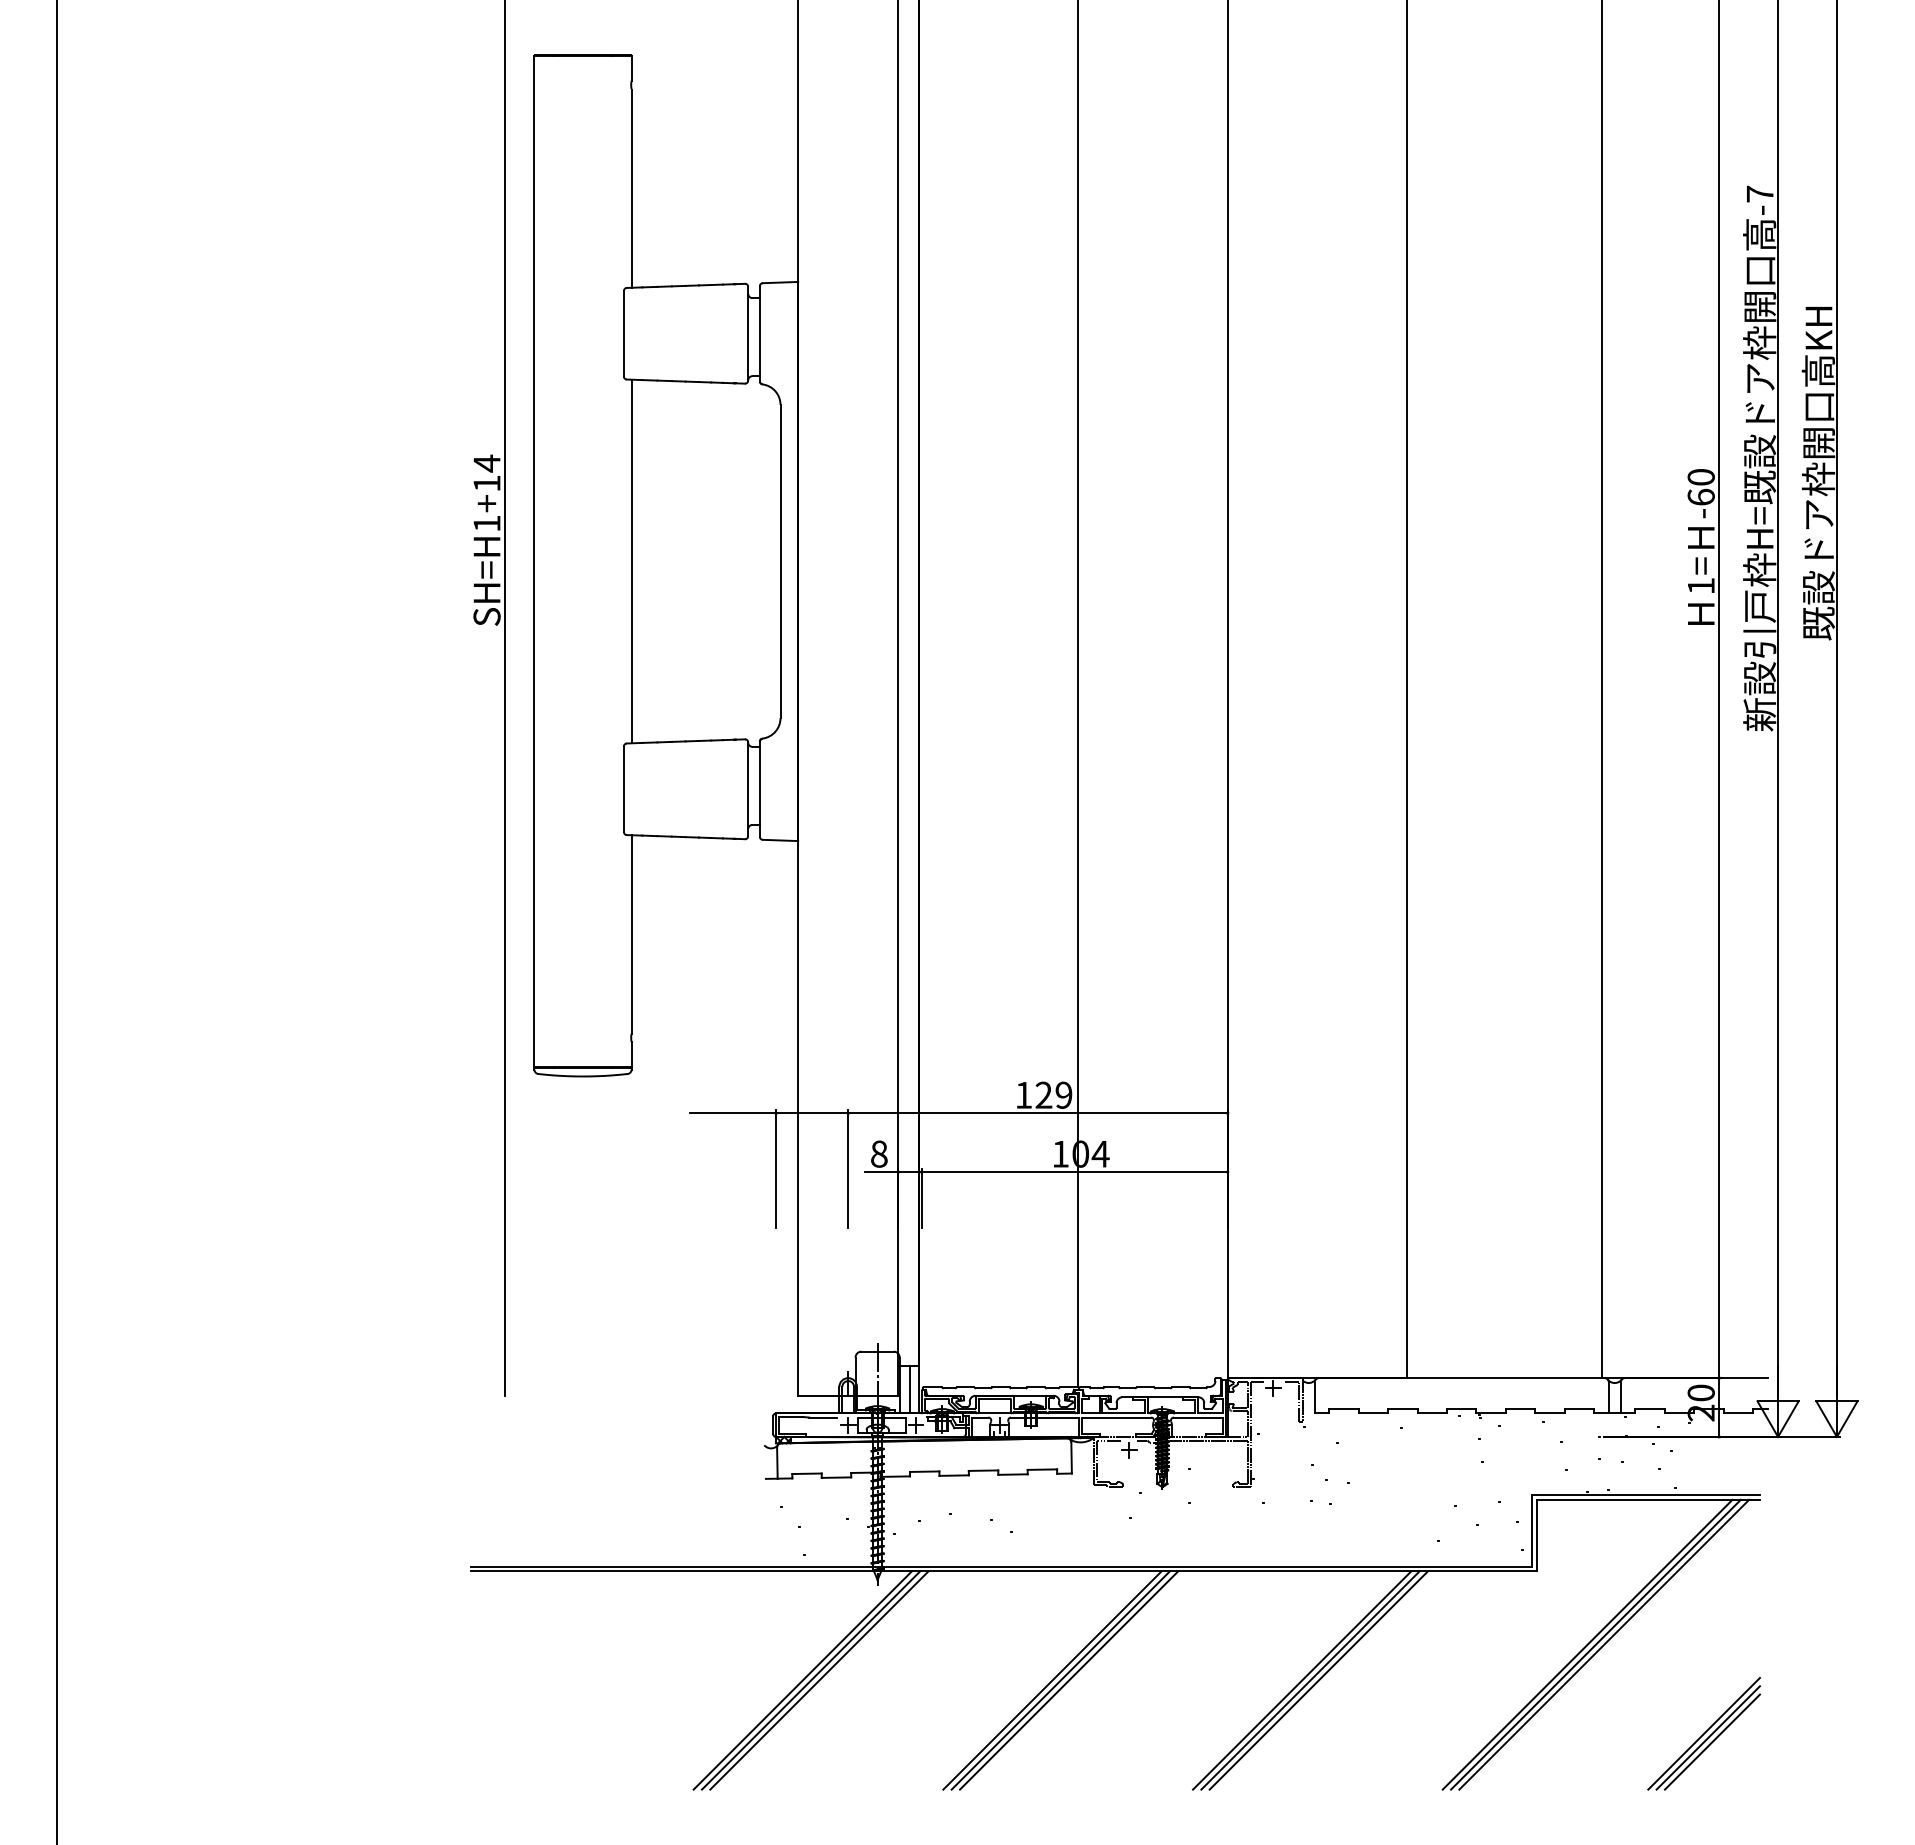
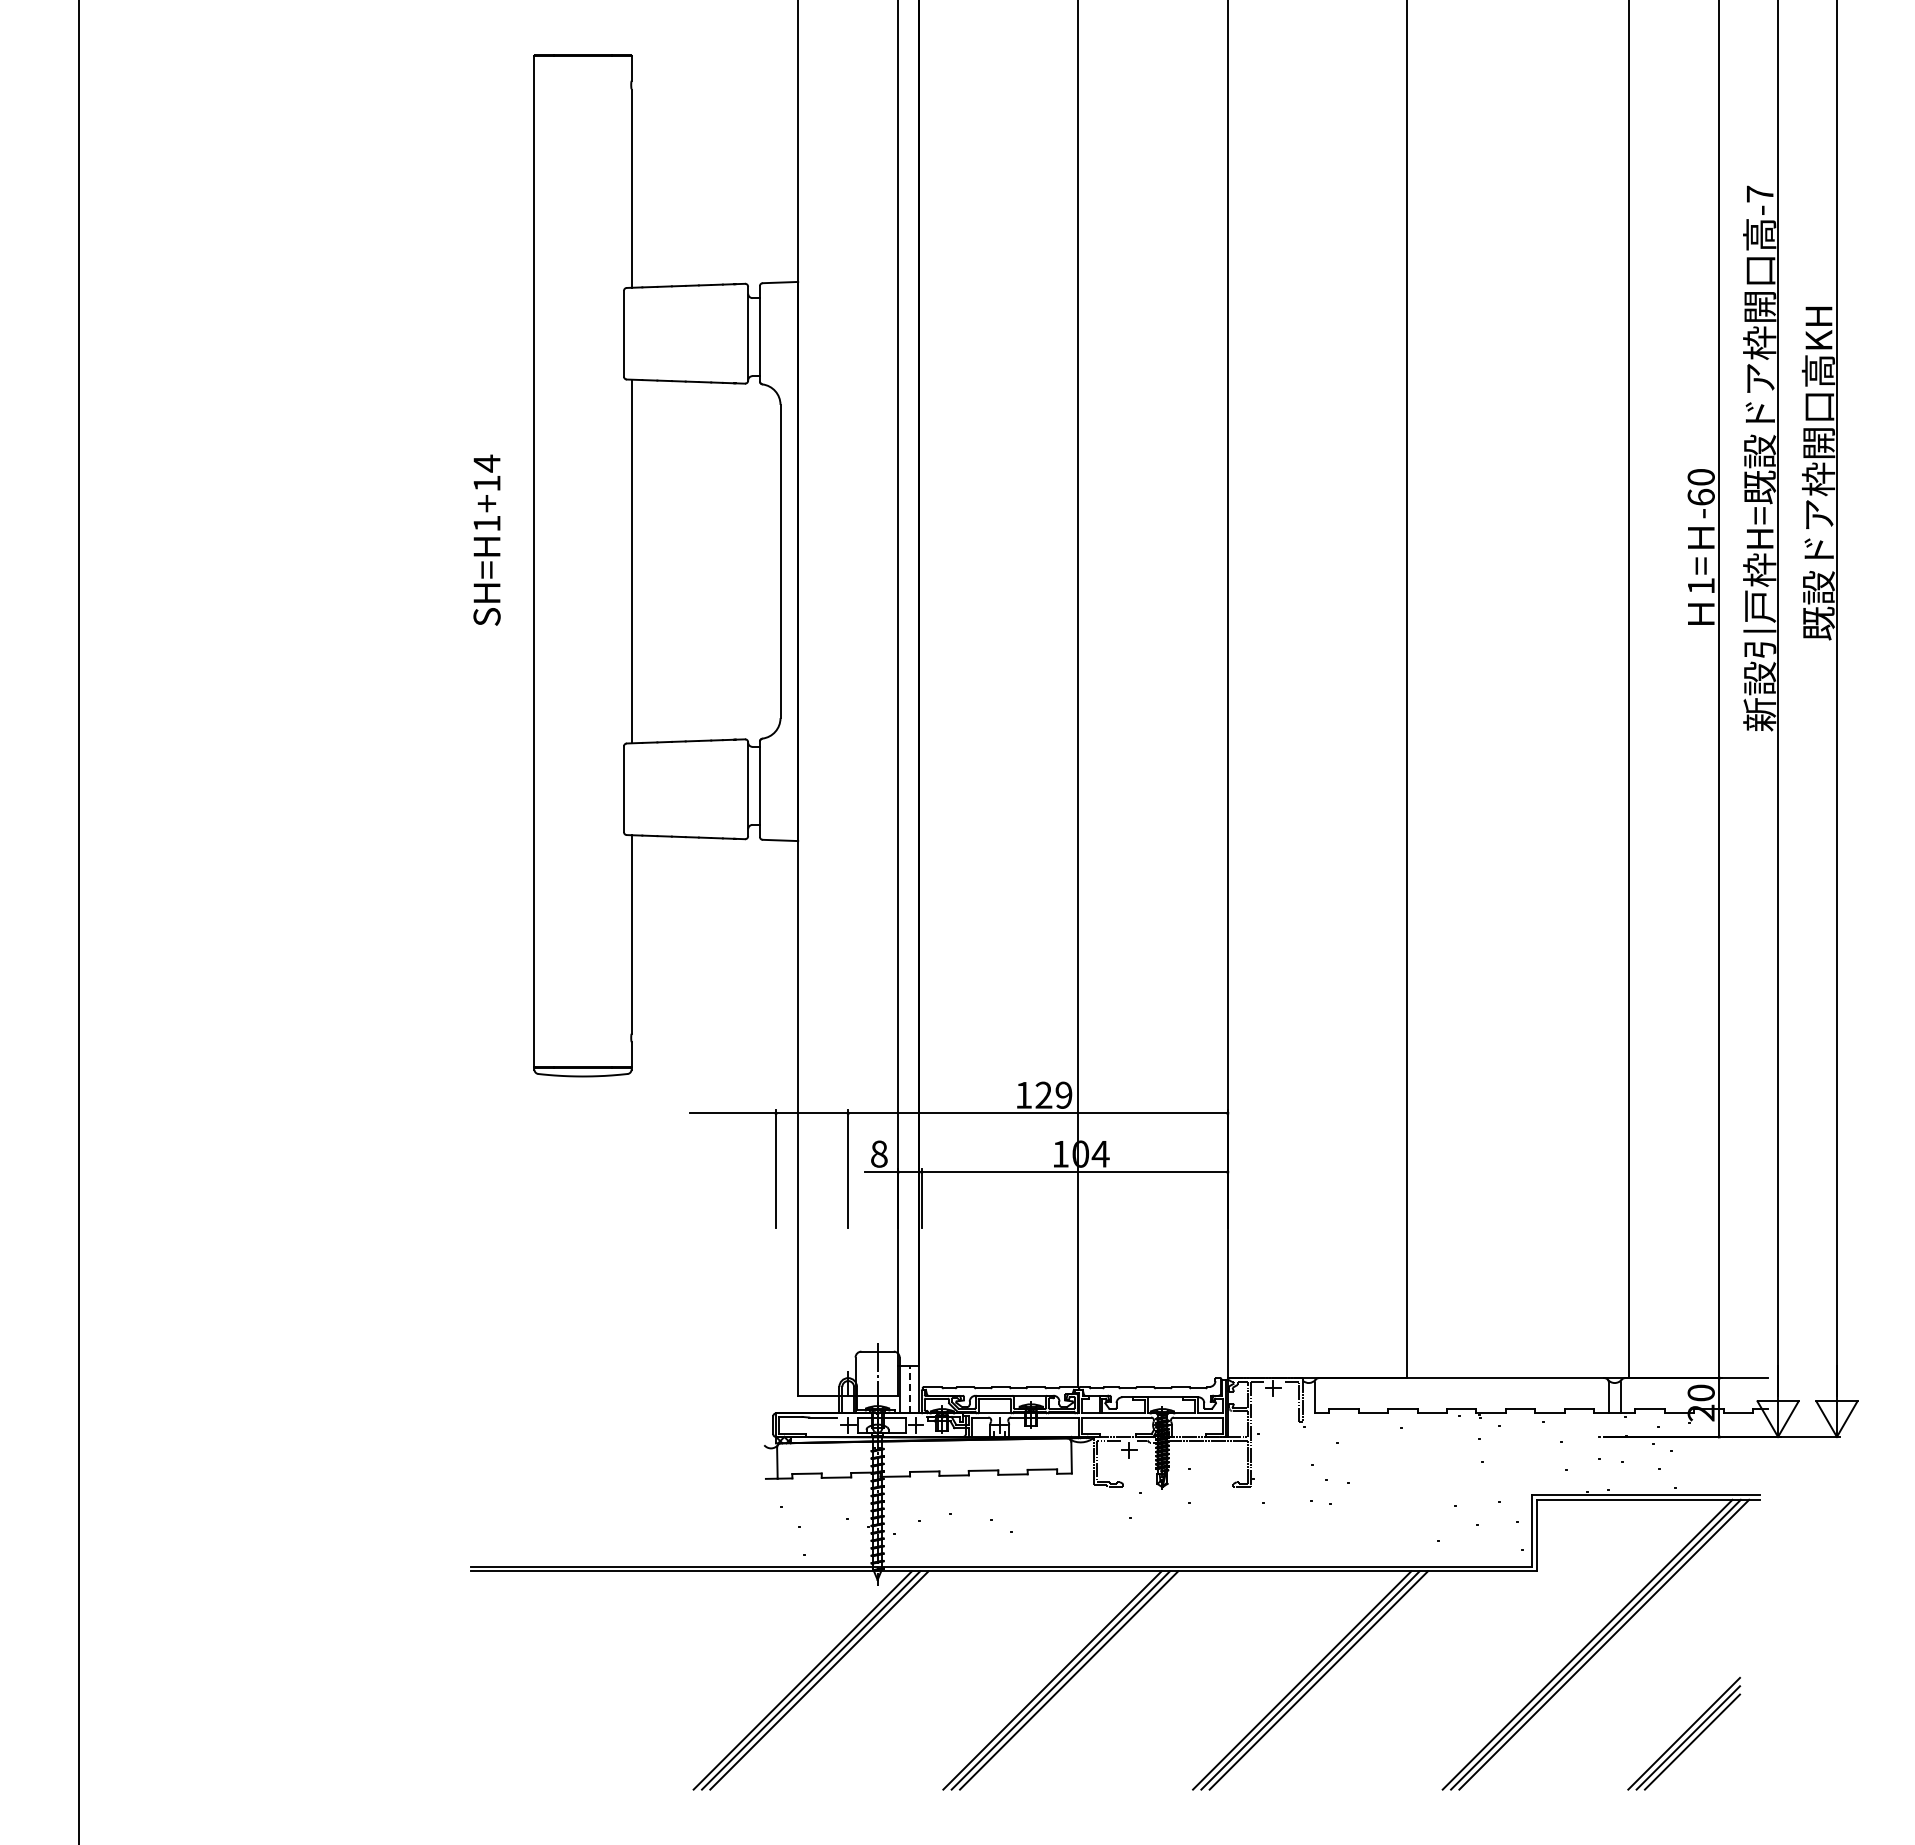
line at (1601, 690) position: (1601, 690) -> (1628, 690)
line at (505, 698): present -> none
line at (57, 921) position: (57, 921) -> (79, 921)
line at (910, 1389): solid -> dashed
part at (1704, 1733) position: (1704, 1733) -> (1684, 1733)
